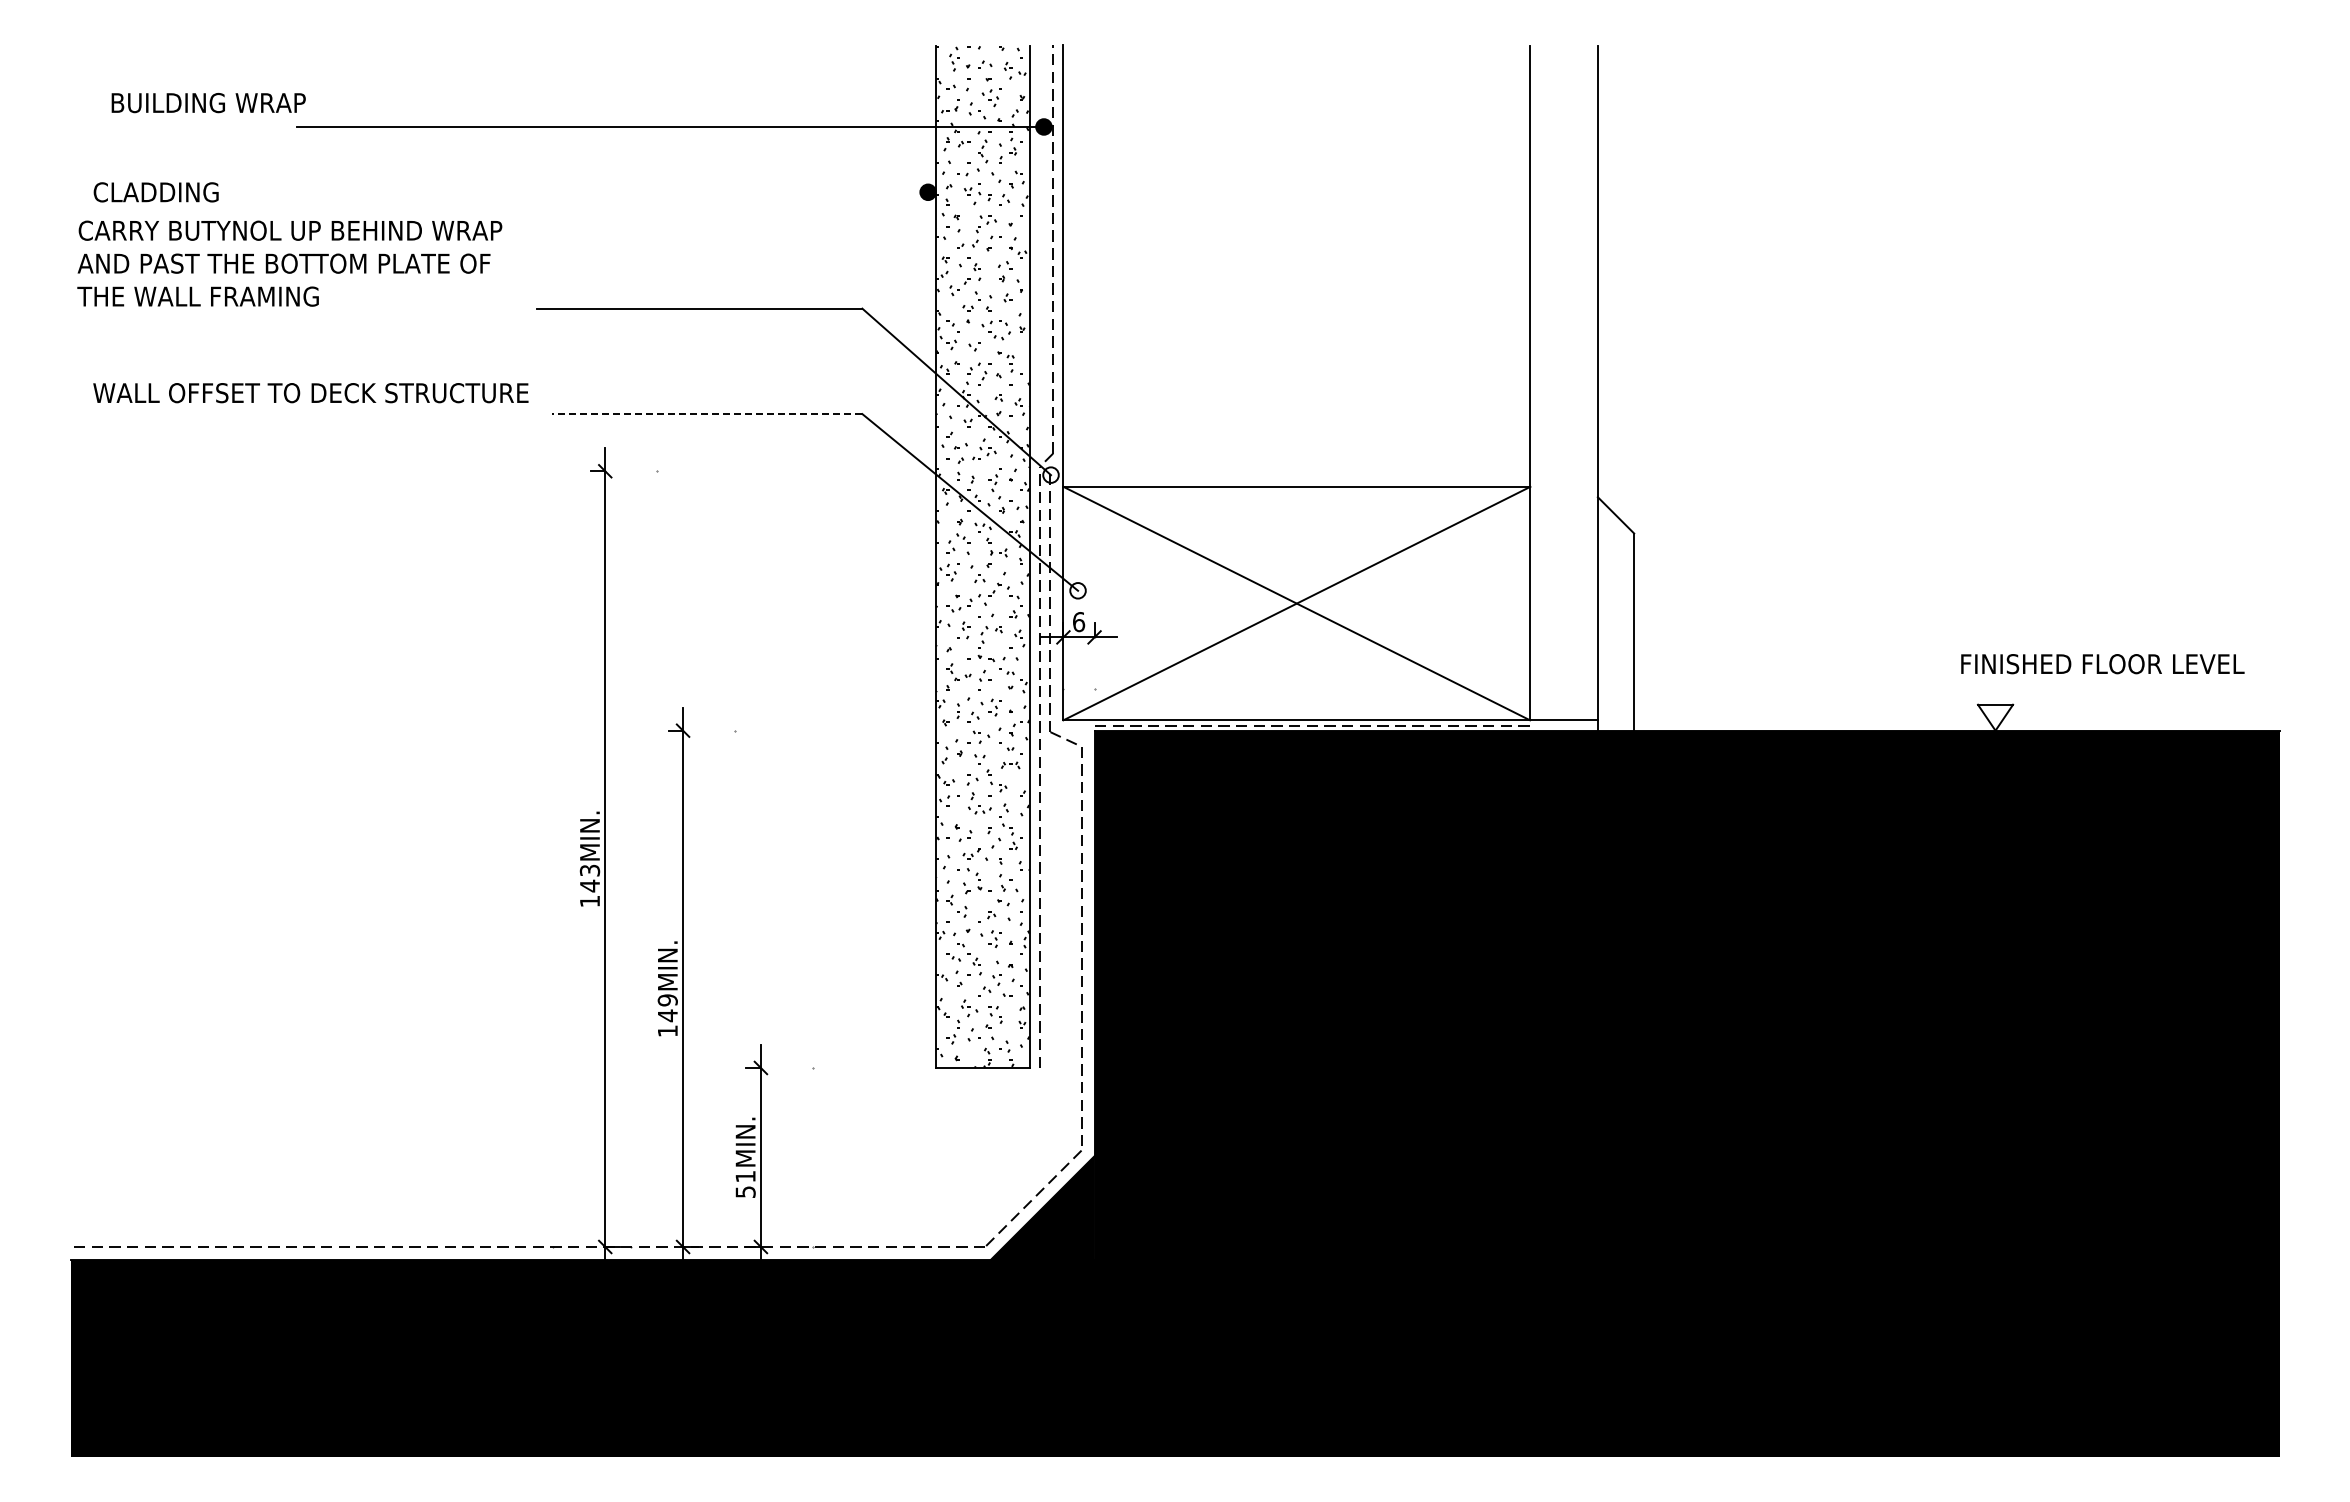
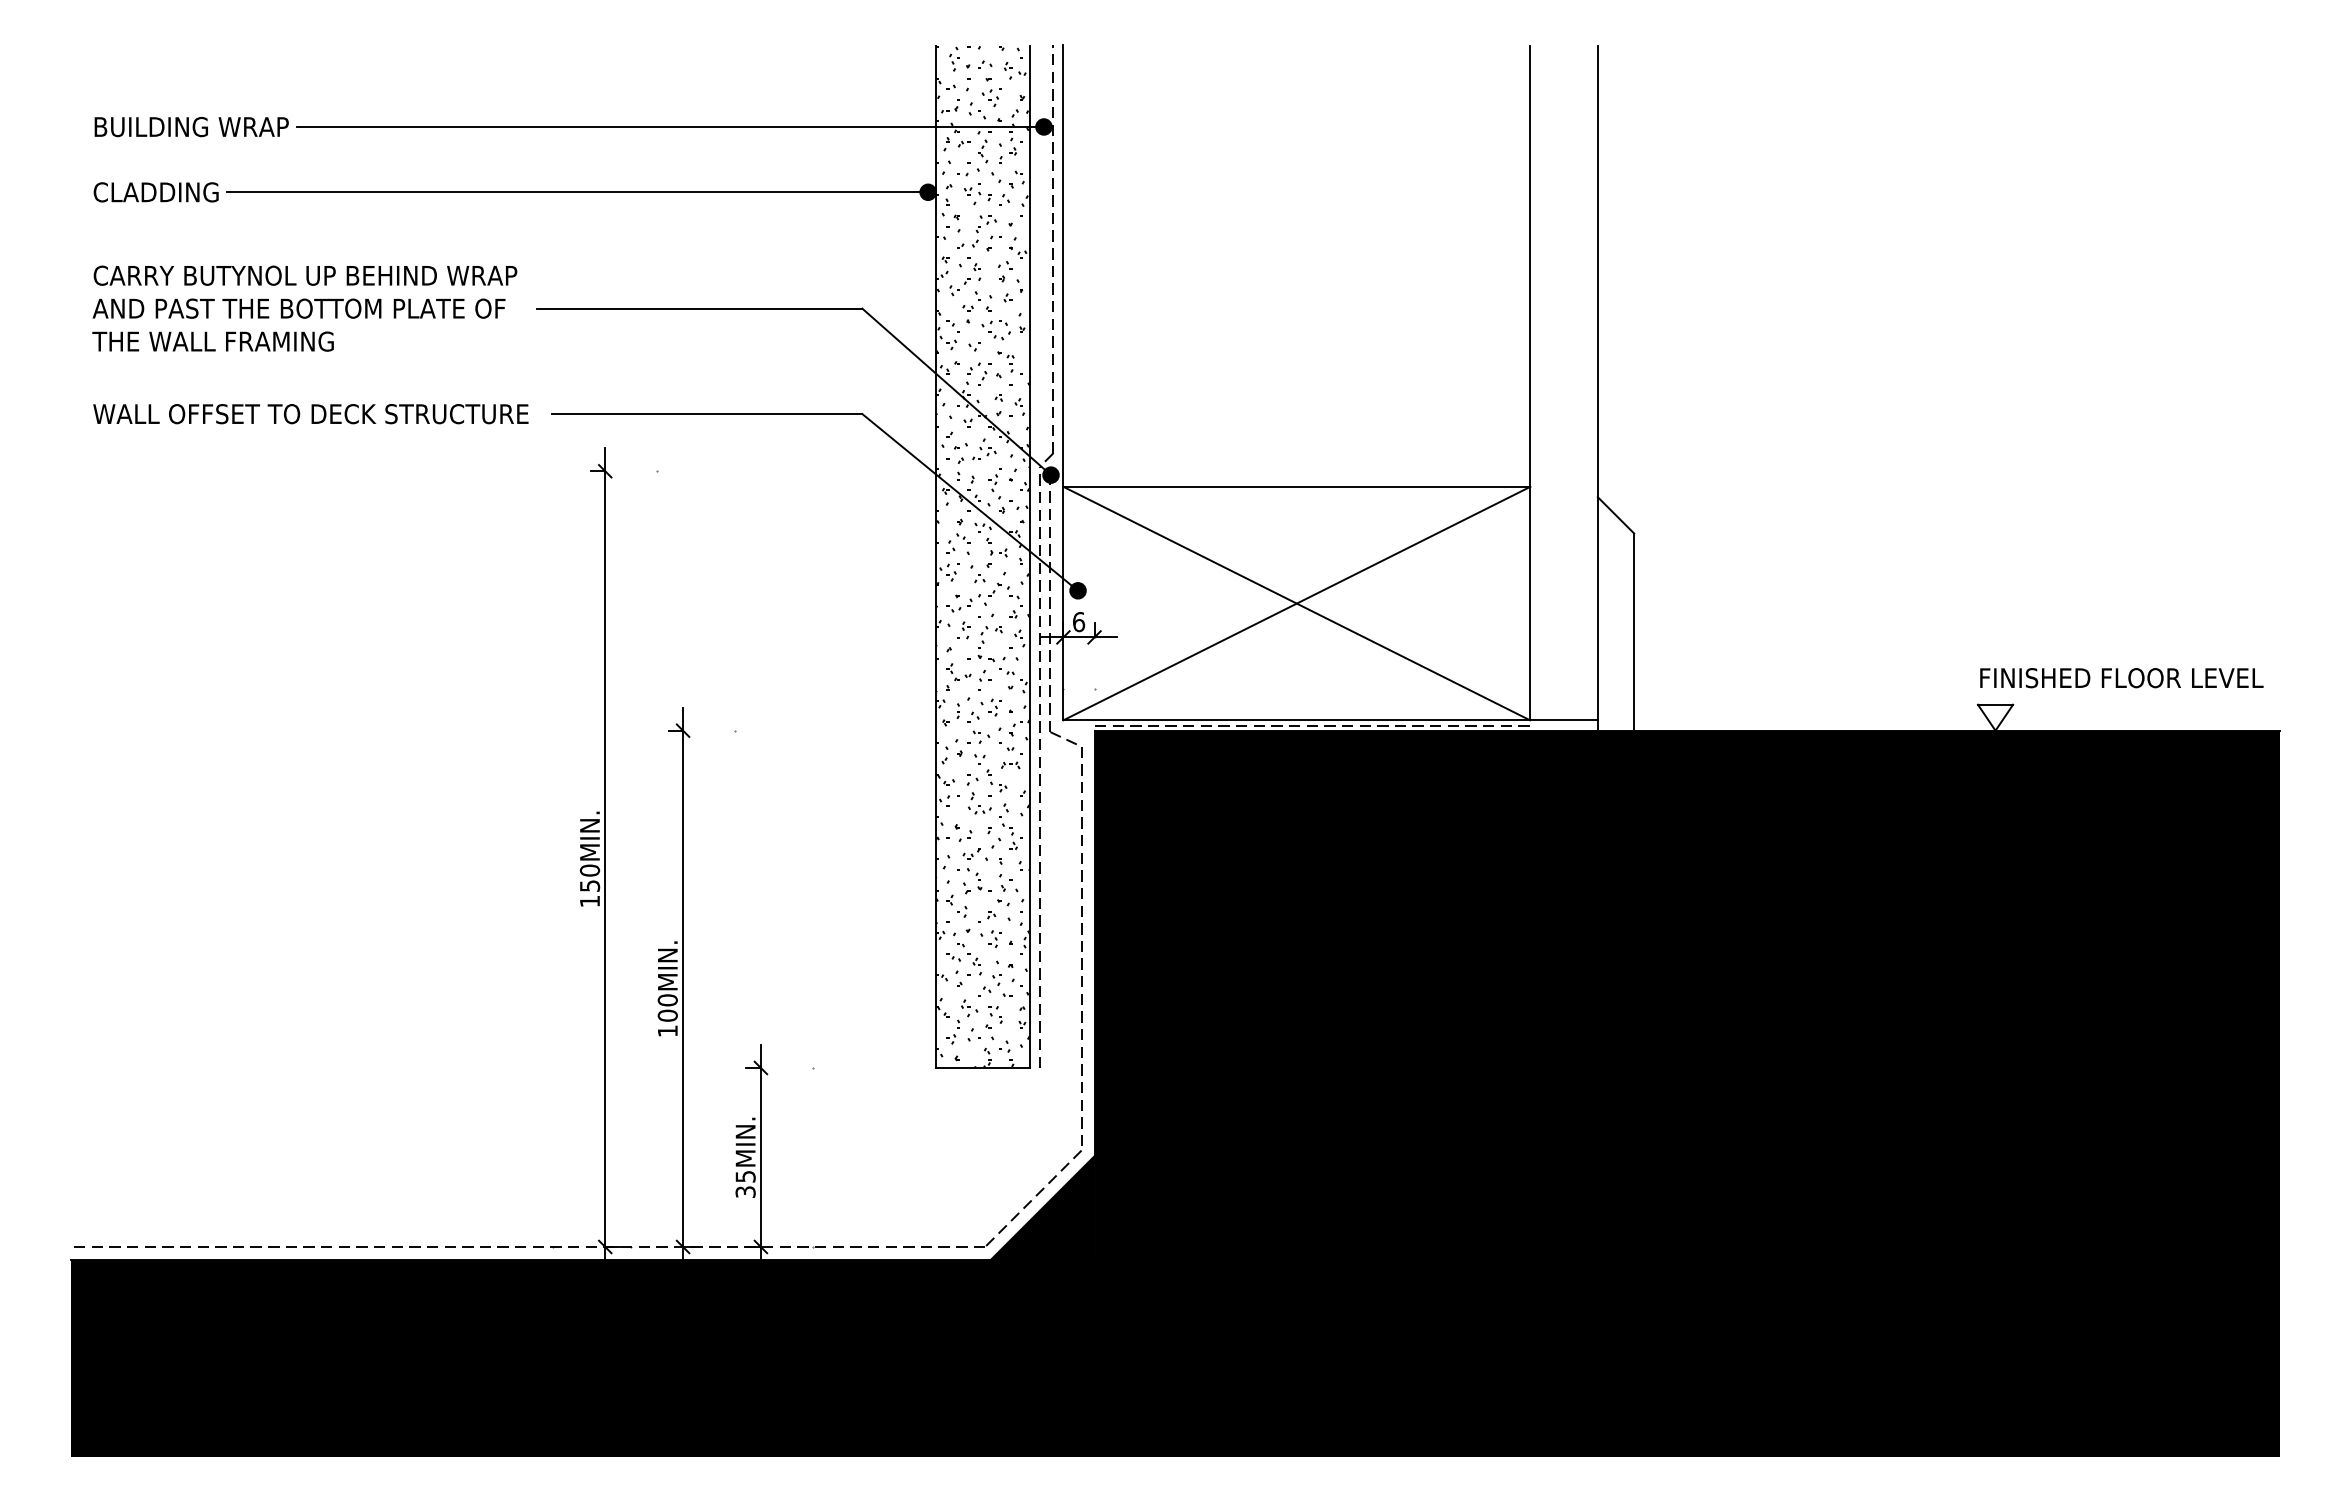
text at (208, 103) position: (208, 103) -> (191, 127)
line at (577, 192): none -> present
text at (289, 263) position: (289, 263) -> (304, 308)
text at (310, 393) position: (310, 393) -> (310, 414)
line at (706, 414): dashed -> solid
fill at (1050, 474): none -> present
fill at (1077, 590): none -> present
text at (2102, 664) position: (2102, 664) -> (2121, 678)
text at (590, 878): 143MIN. -> 150MIN.
text at (667, 1008): 149MIN. -> 100MIN.
text at (745, 1184): 51MIN. -> 35MIN.
